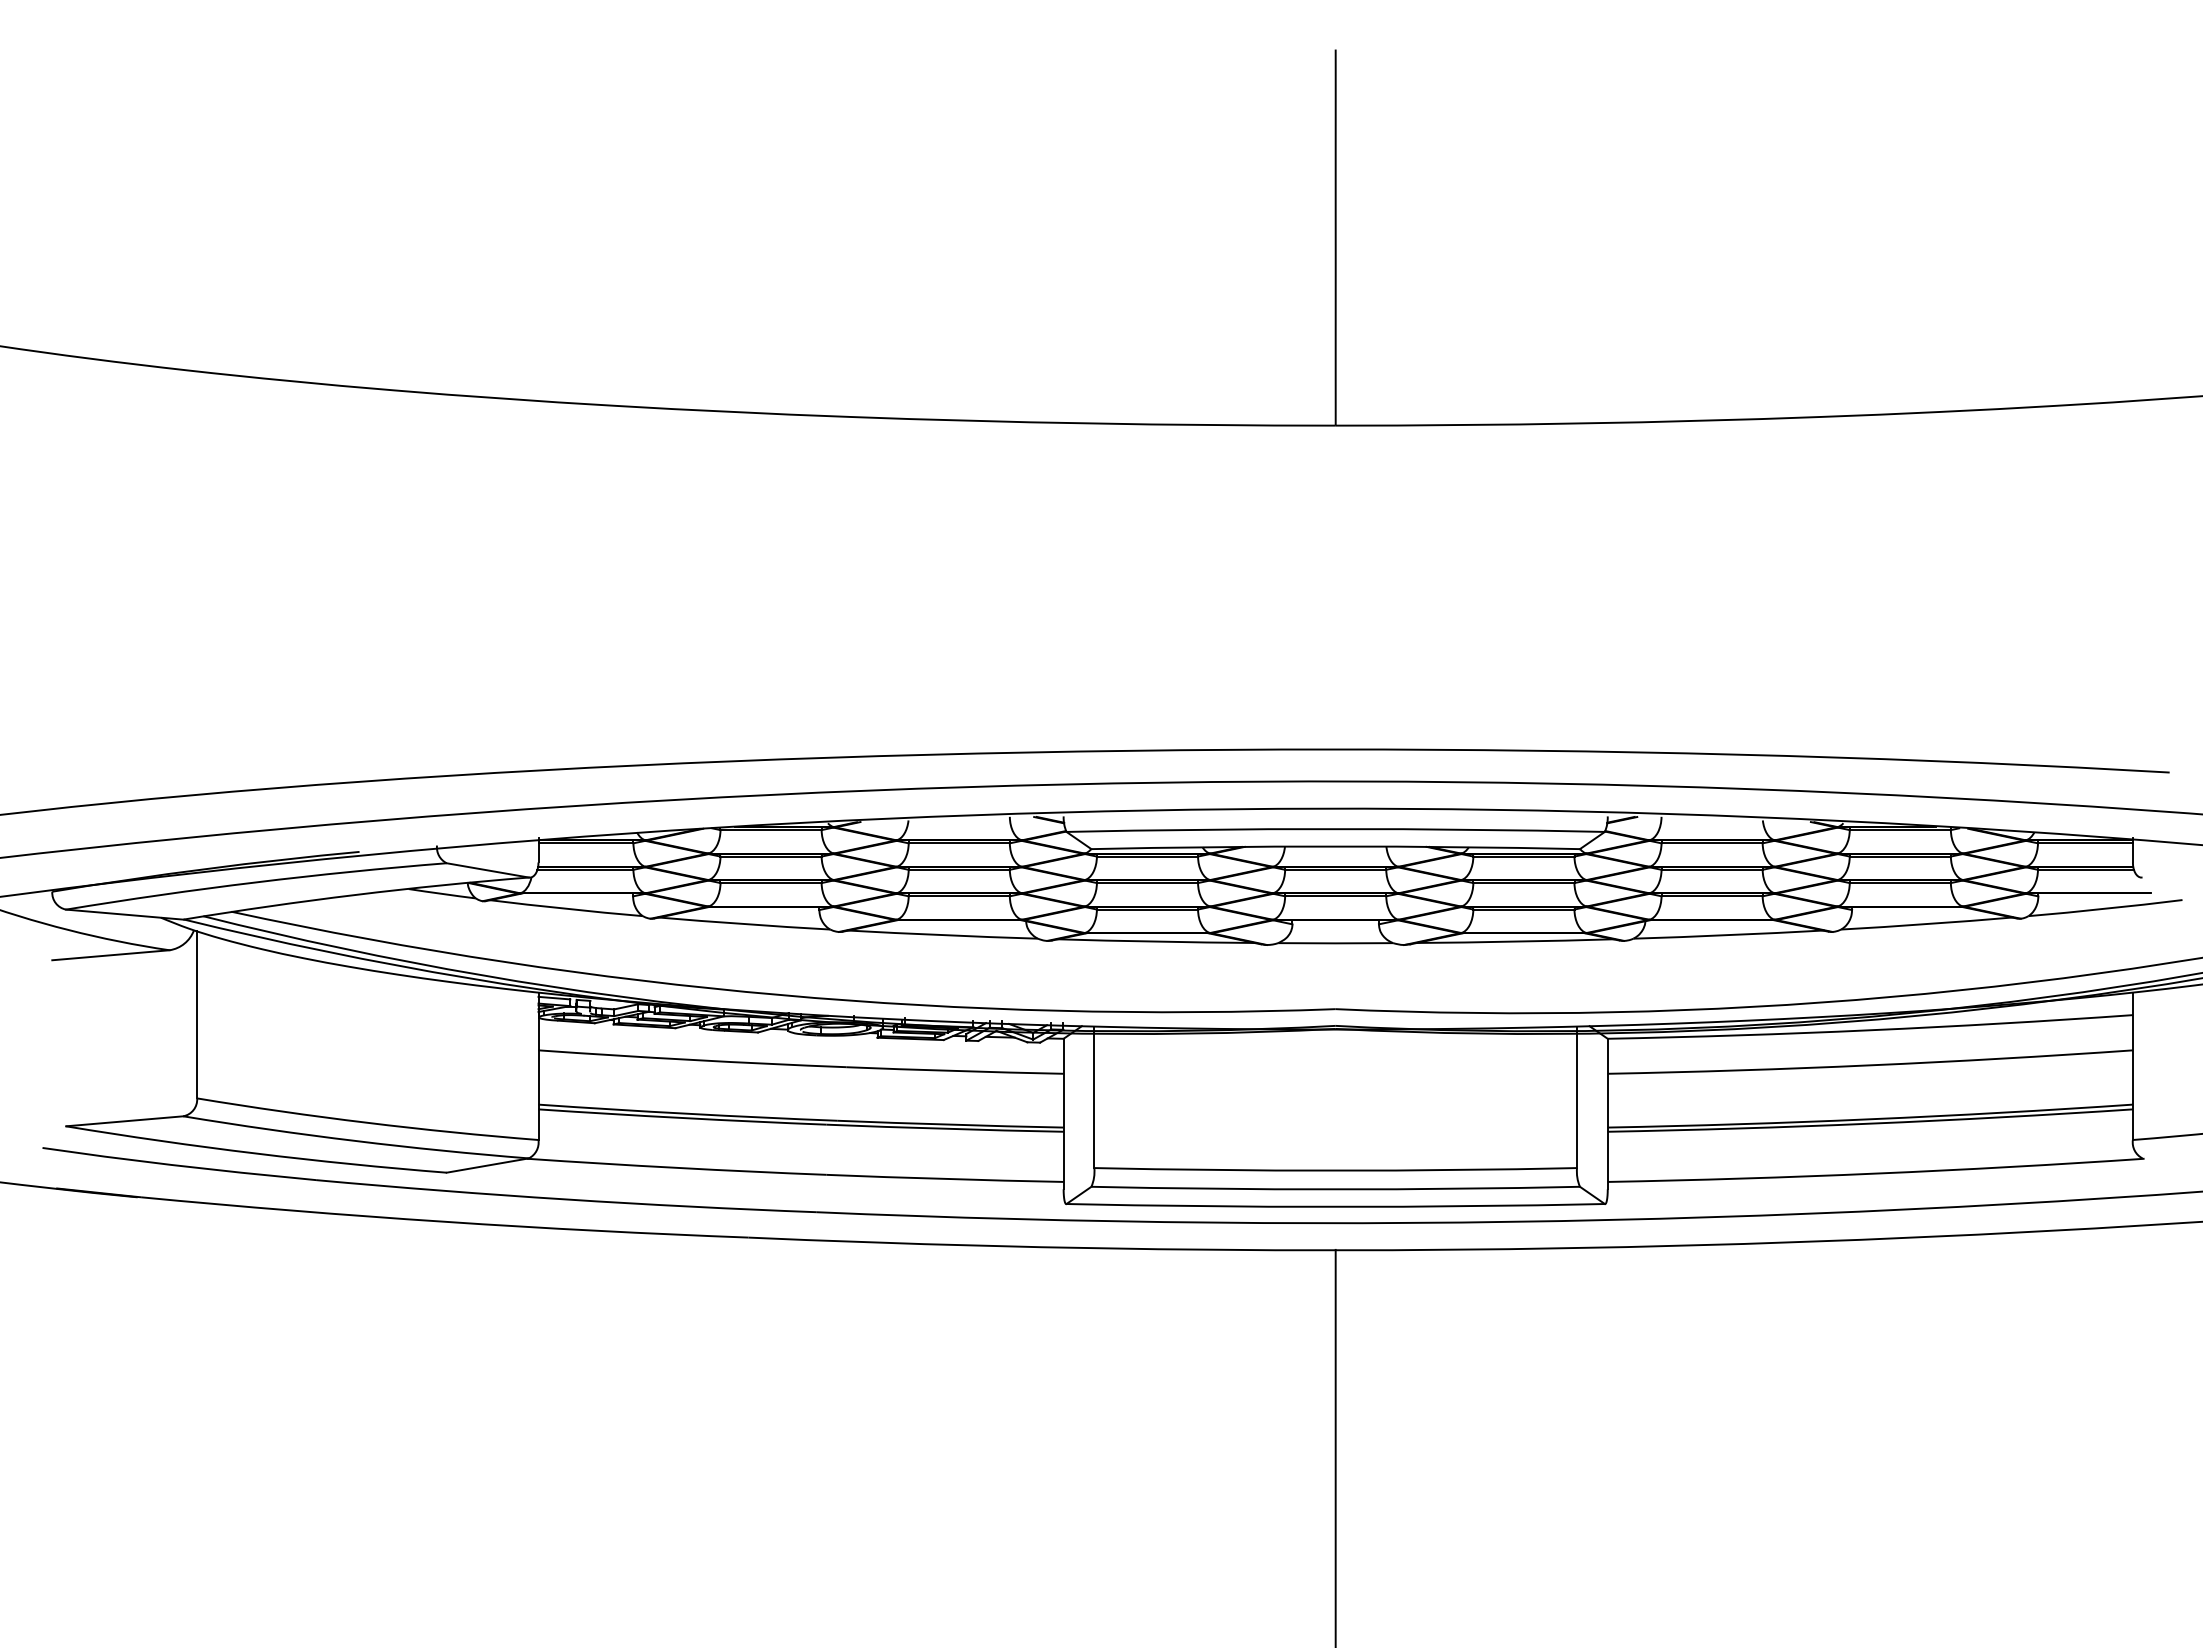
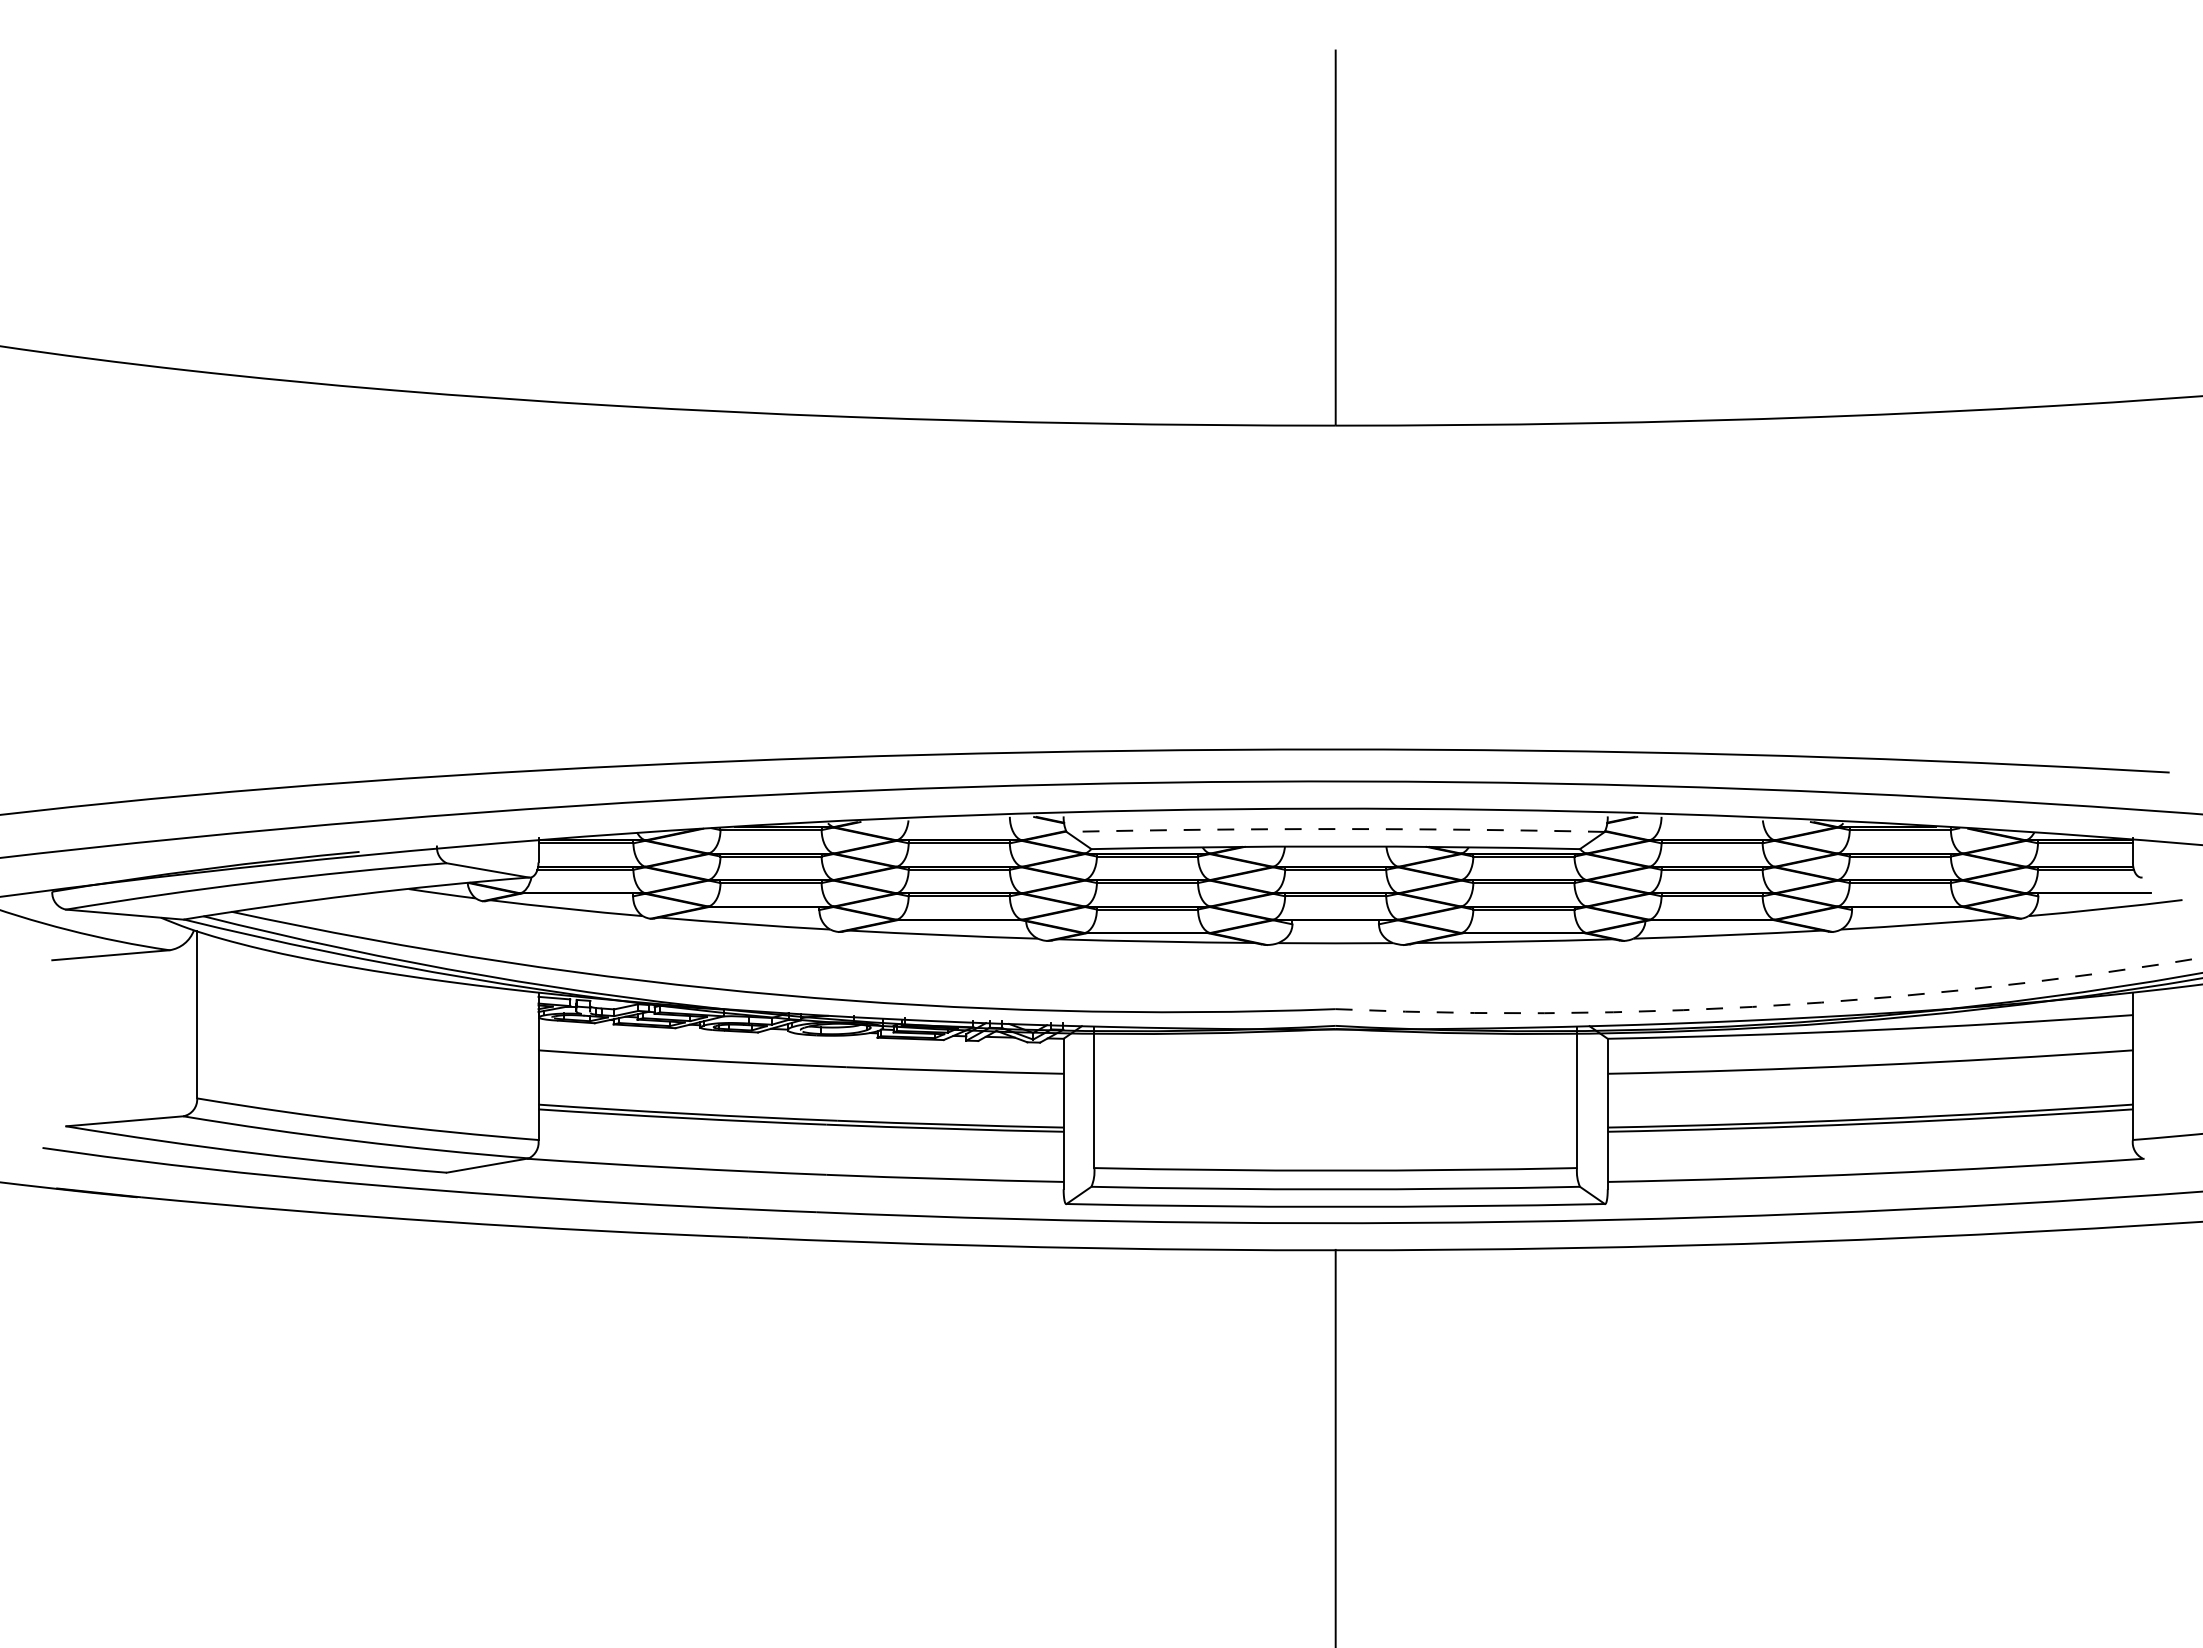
arc at (1335, 829): solid -> dashed
arc at (1771, 1005): solid -> dashed
